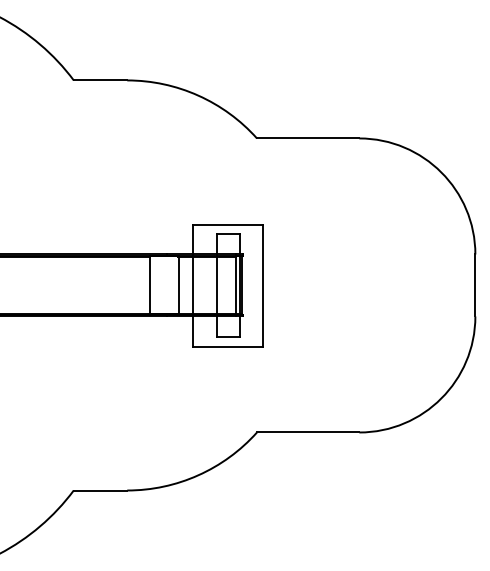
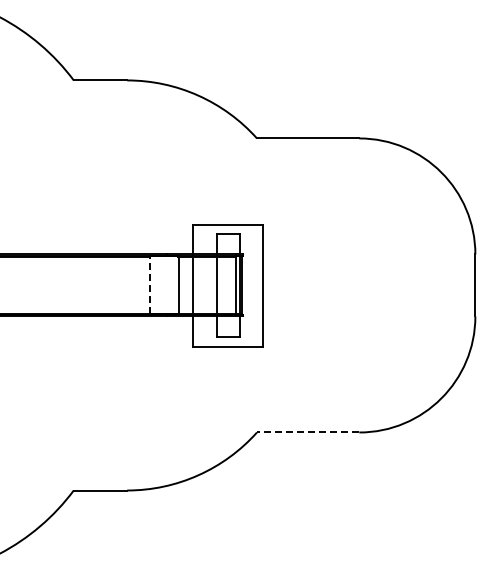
line at (149, 285): solid -> dashed
line at (307, 432): solid -> dashed
